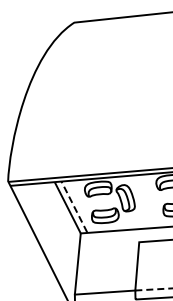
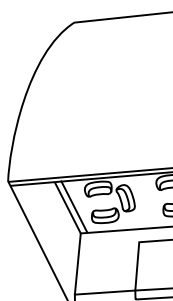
line at (74, 206): dashed -> solid
line at (154, 289): dashed -> solid
